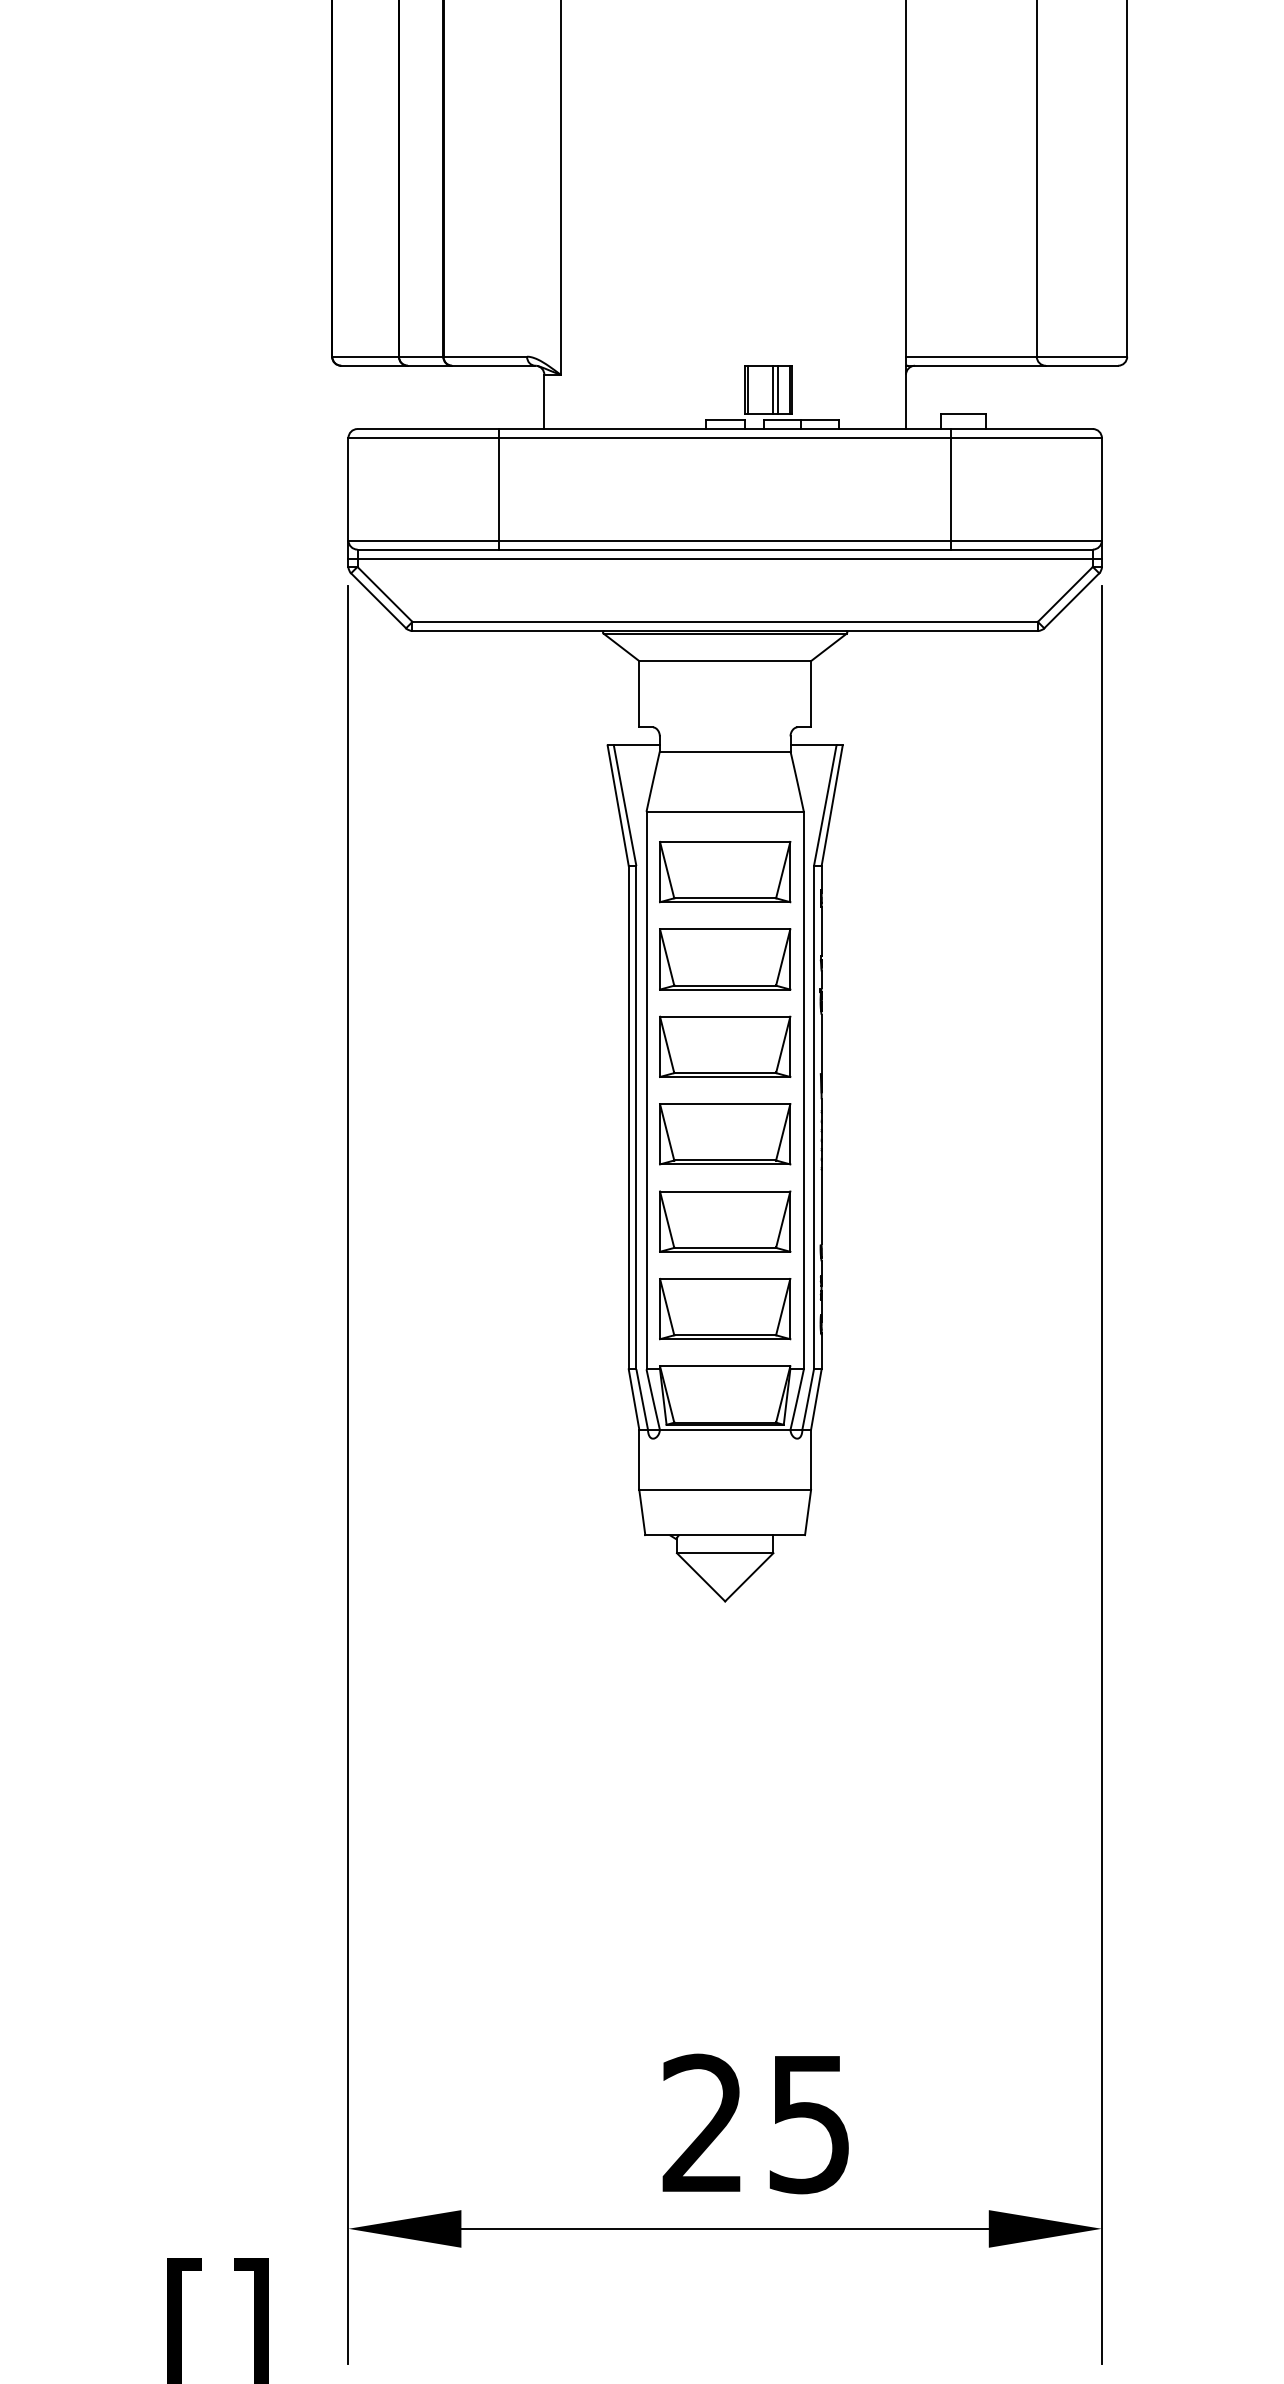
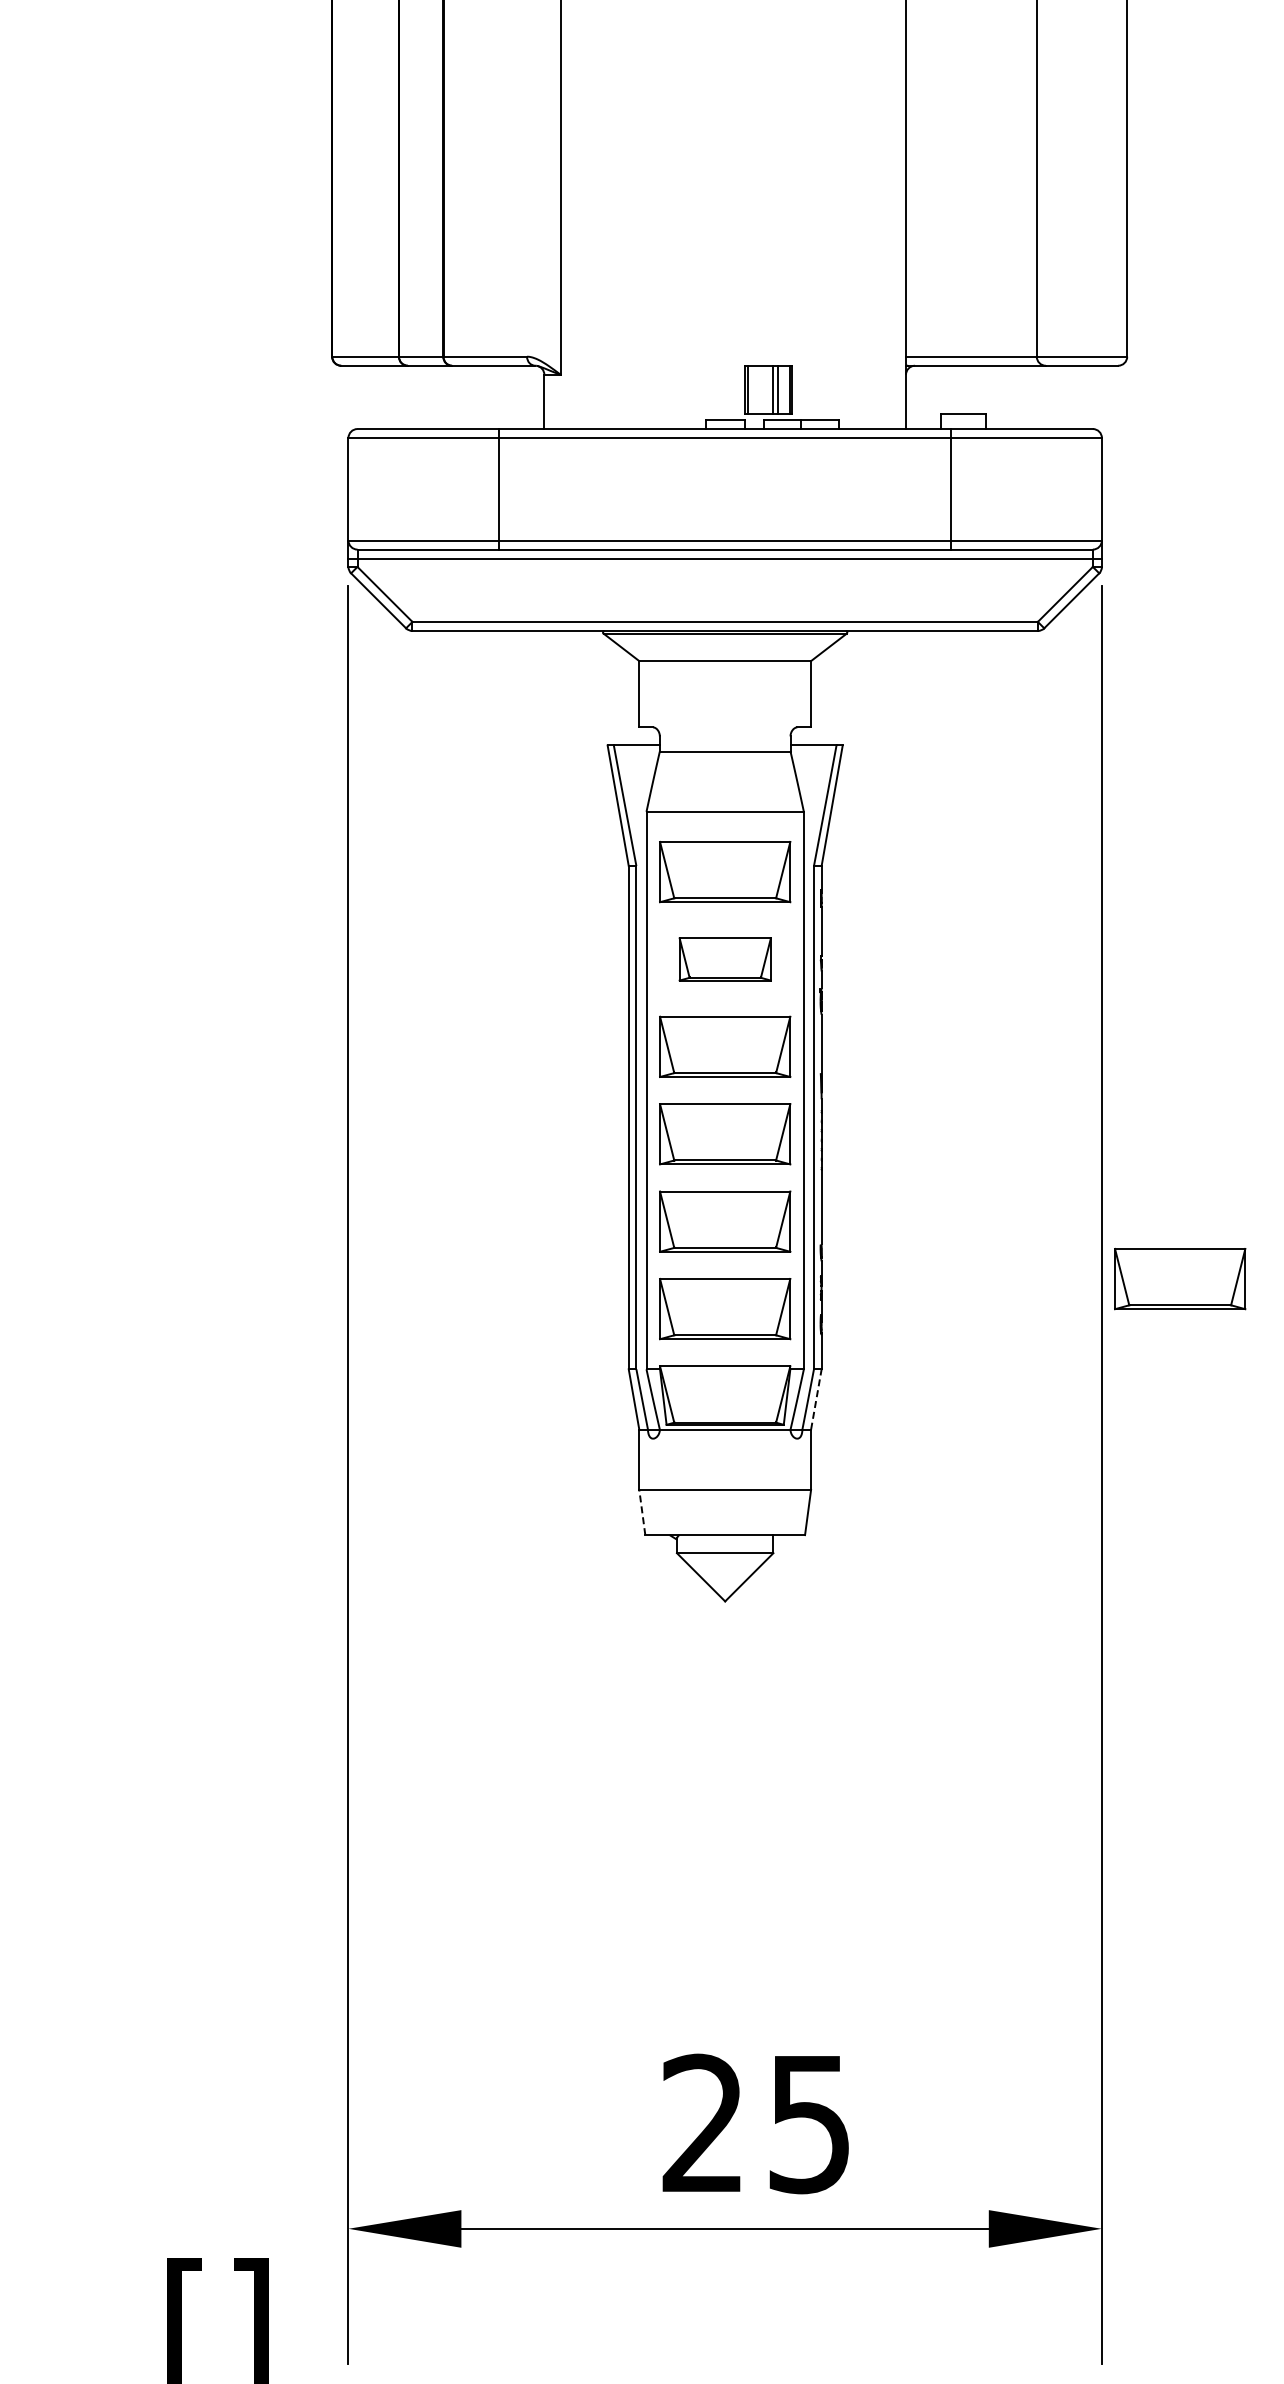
part at (725, 959) size: 133x63 px -> 94x45 px
part at (1180, 1279): none -> present
line at (816, 1399): solid -> dashed
line at (642, 1512): solid -> dashed
